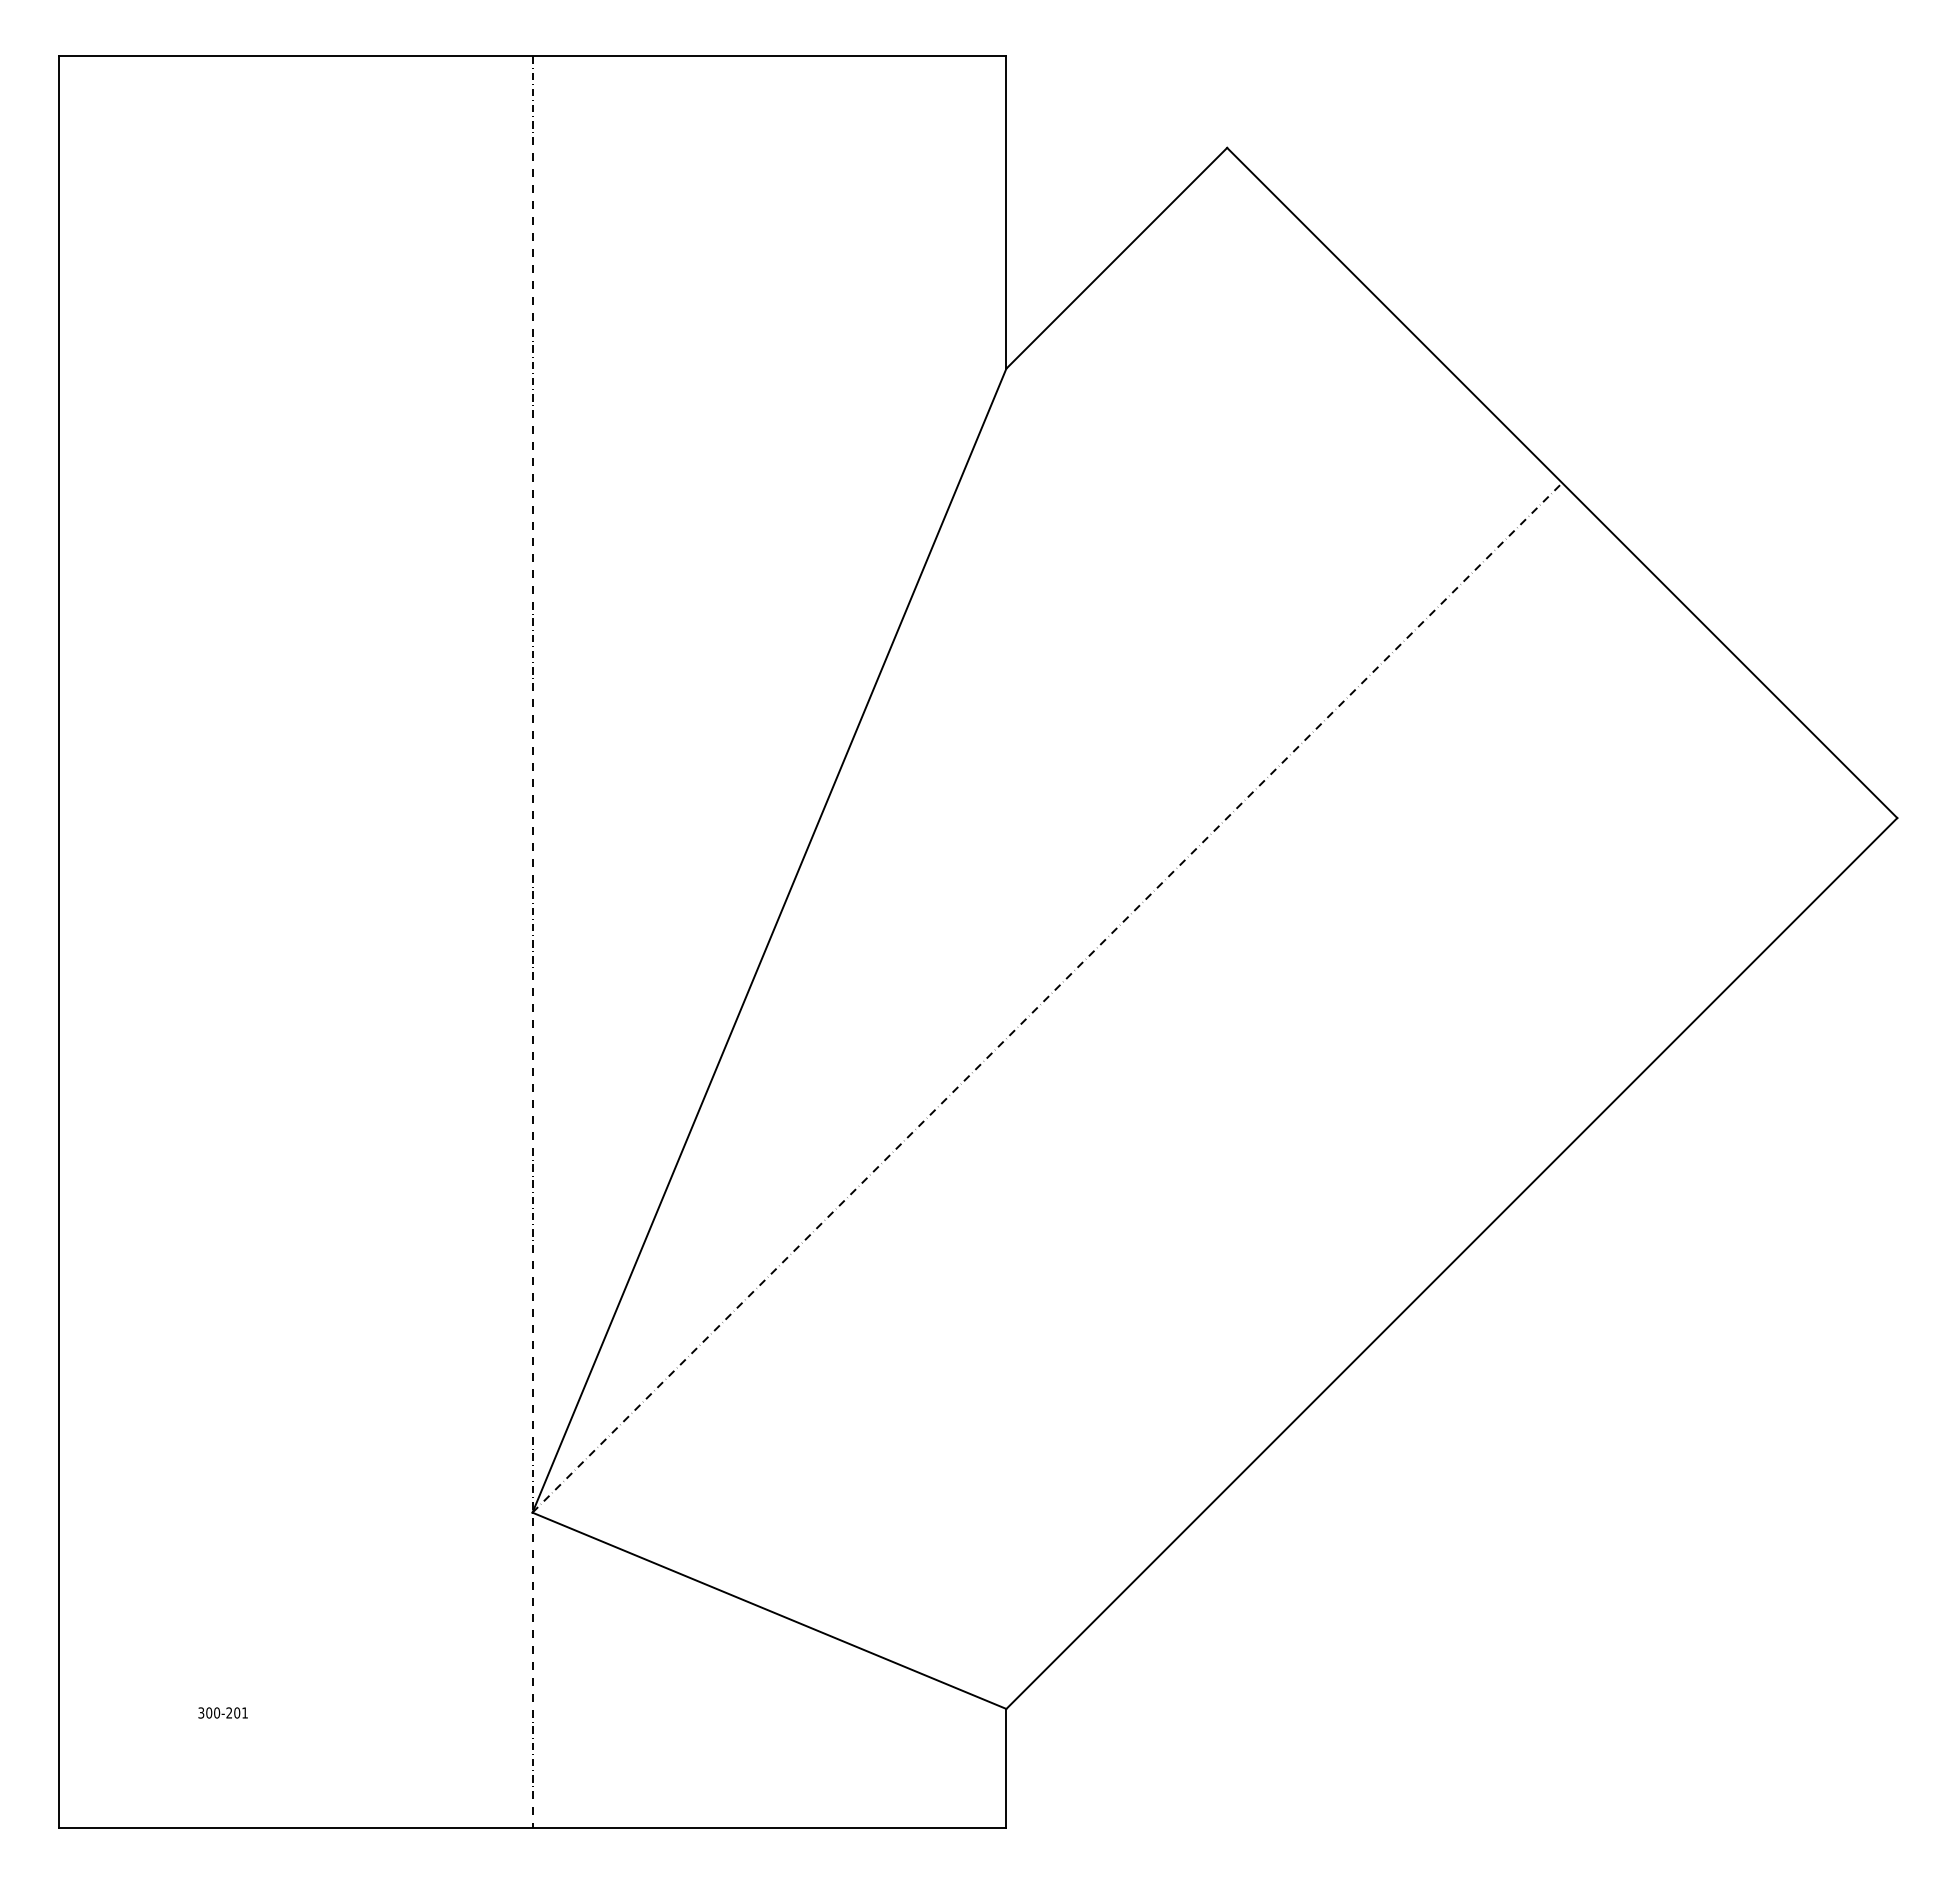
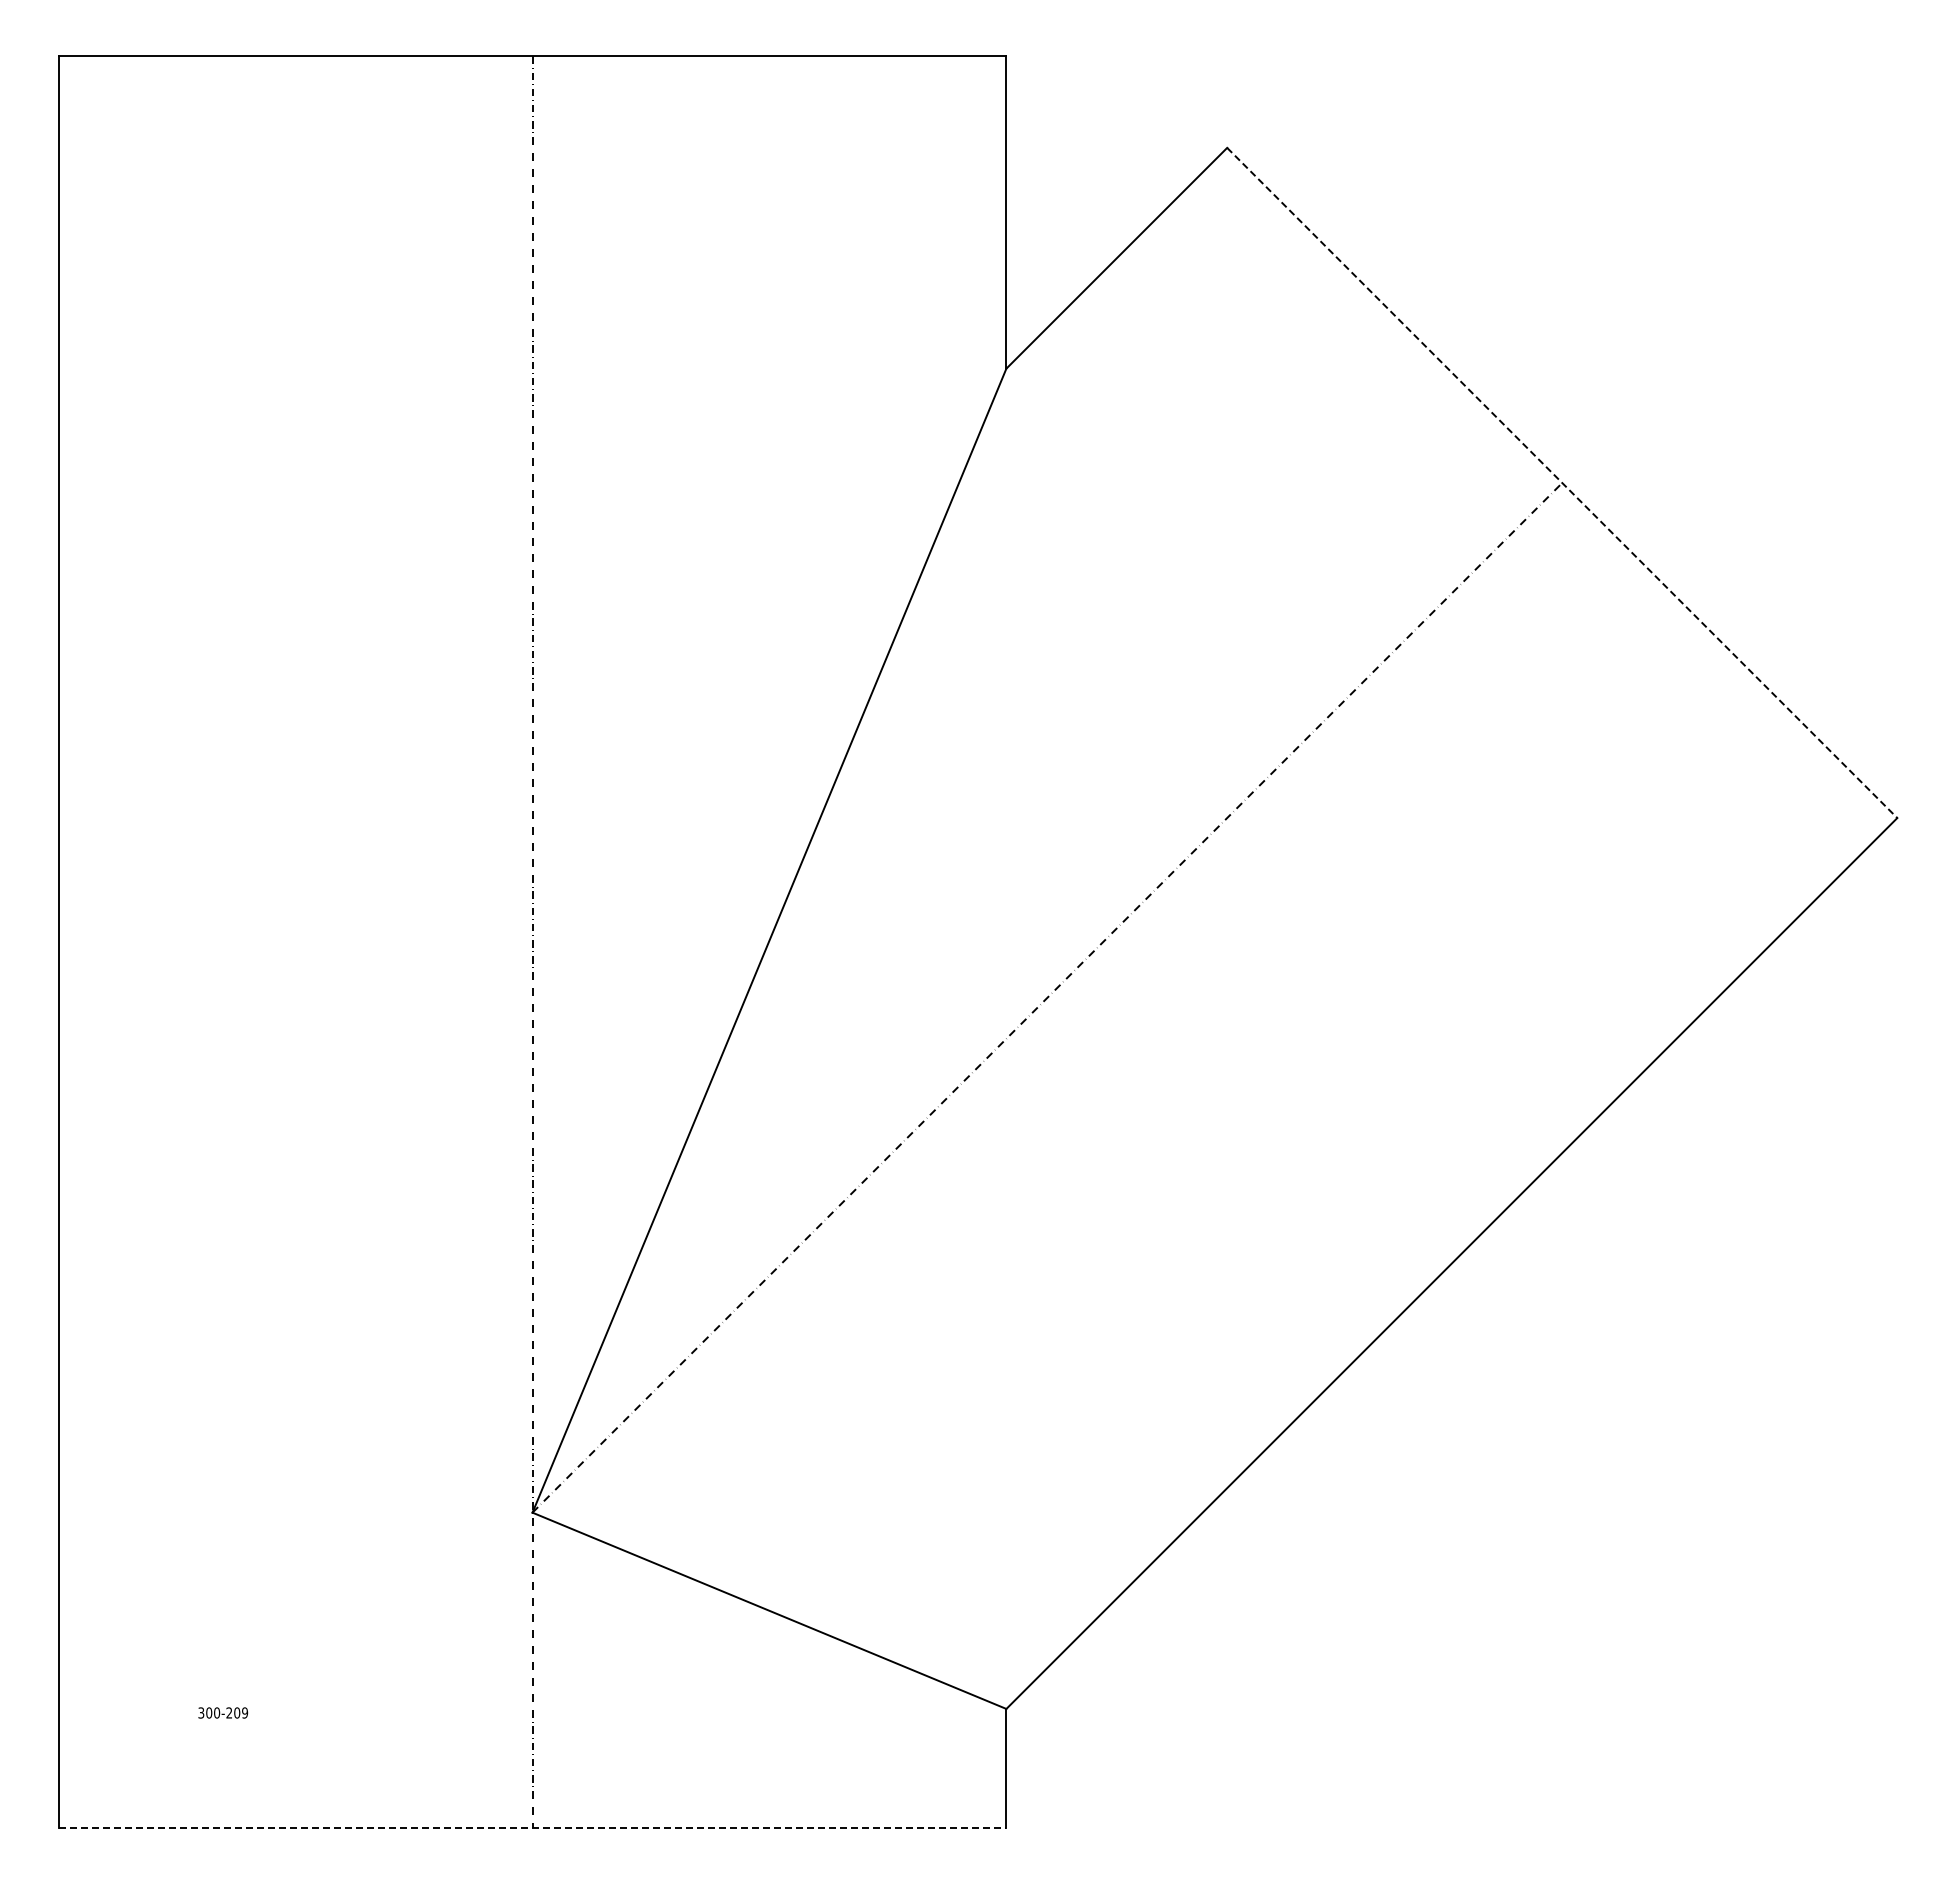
line at (1562, 482): solid -> dashed
text at (245, 1712): 300-201 -> 300-209
line at (532, 1827): solid -> dashed
